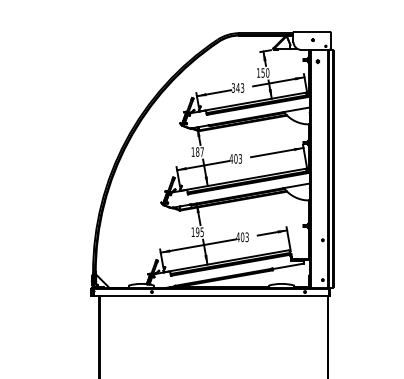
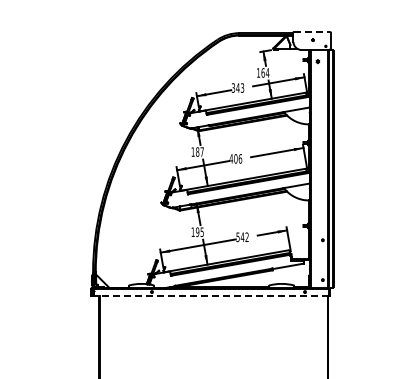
line at (312, 31): solid -> dashed
text at (265, 72): 150 -> 164
text at (240, 158): 403 -> 406
text at (242, 237): 403 -> 542
line at (211, 296): solid -> dashed
